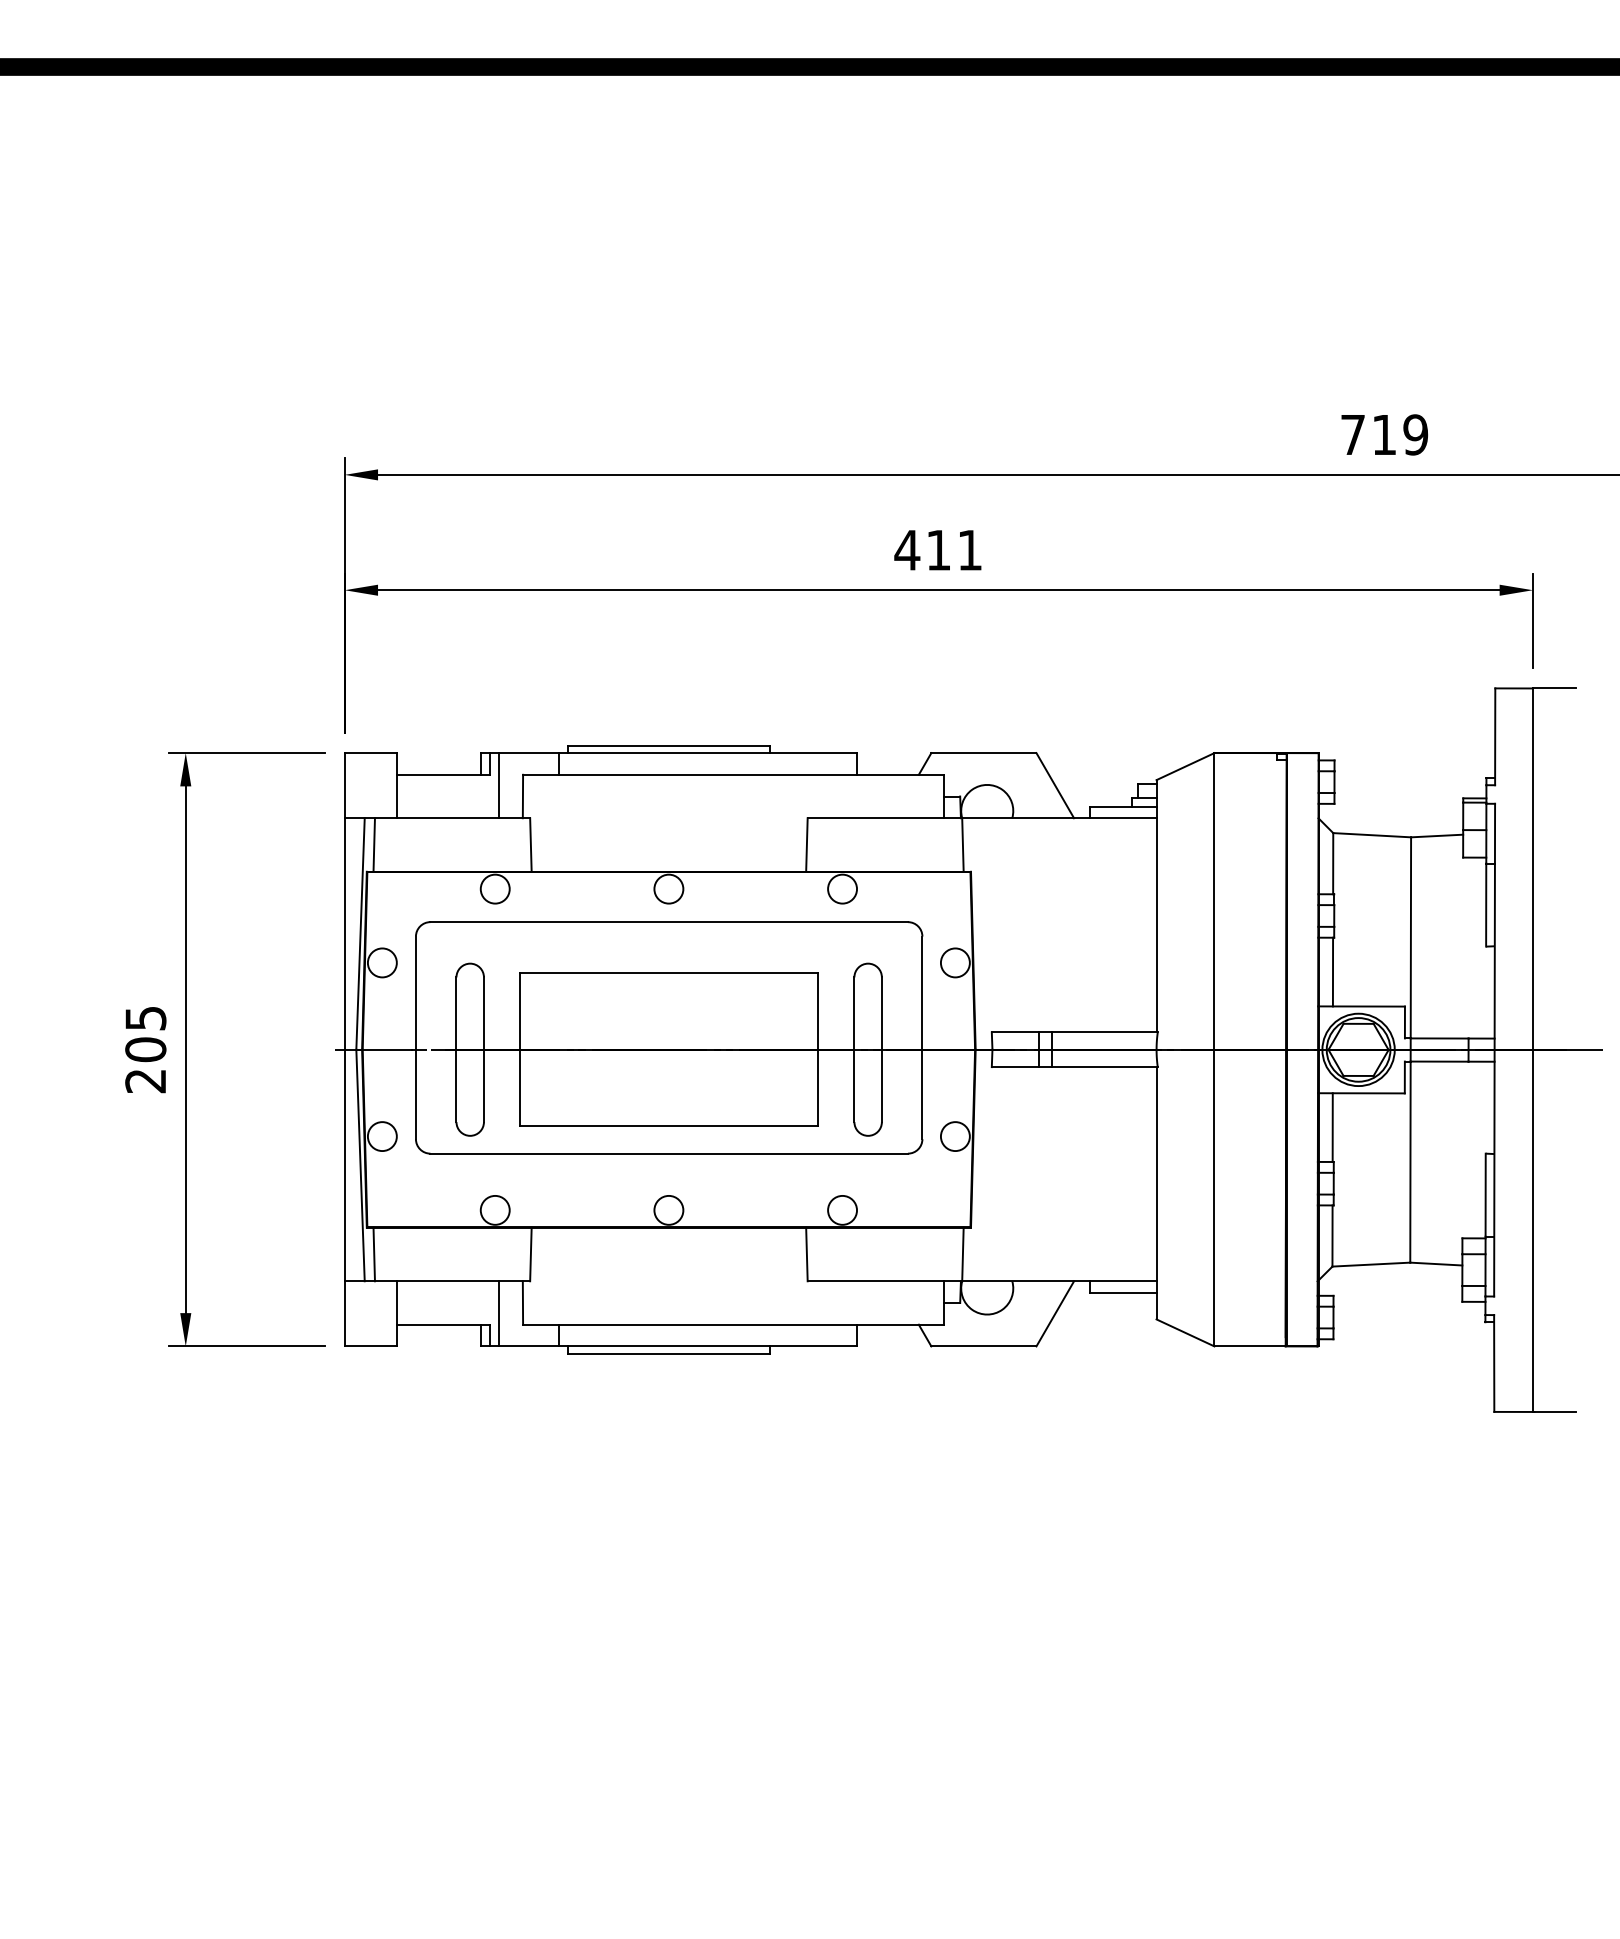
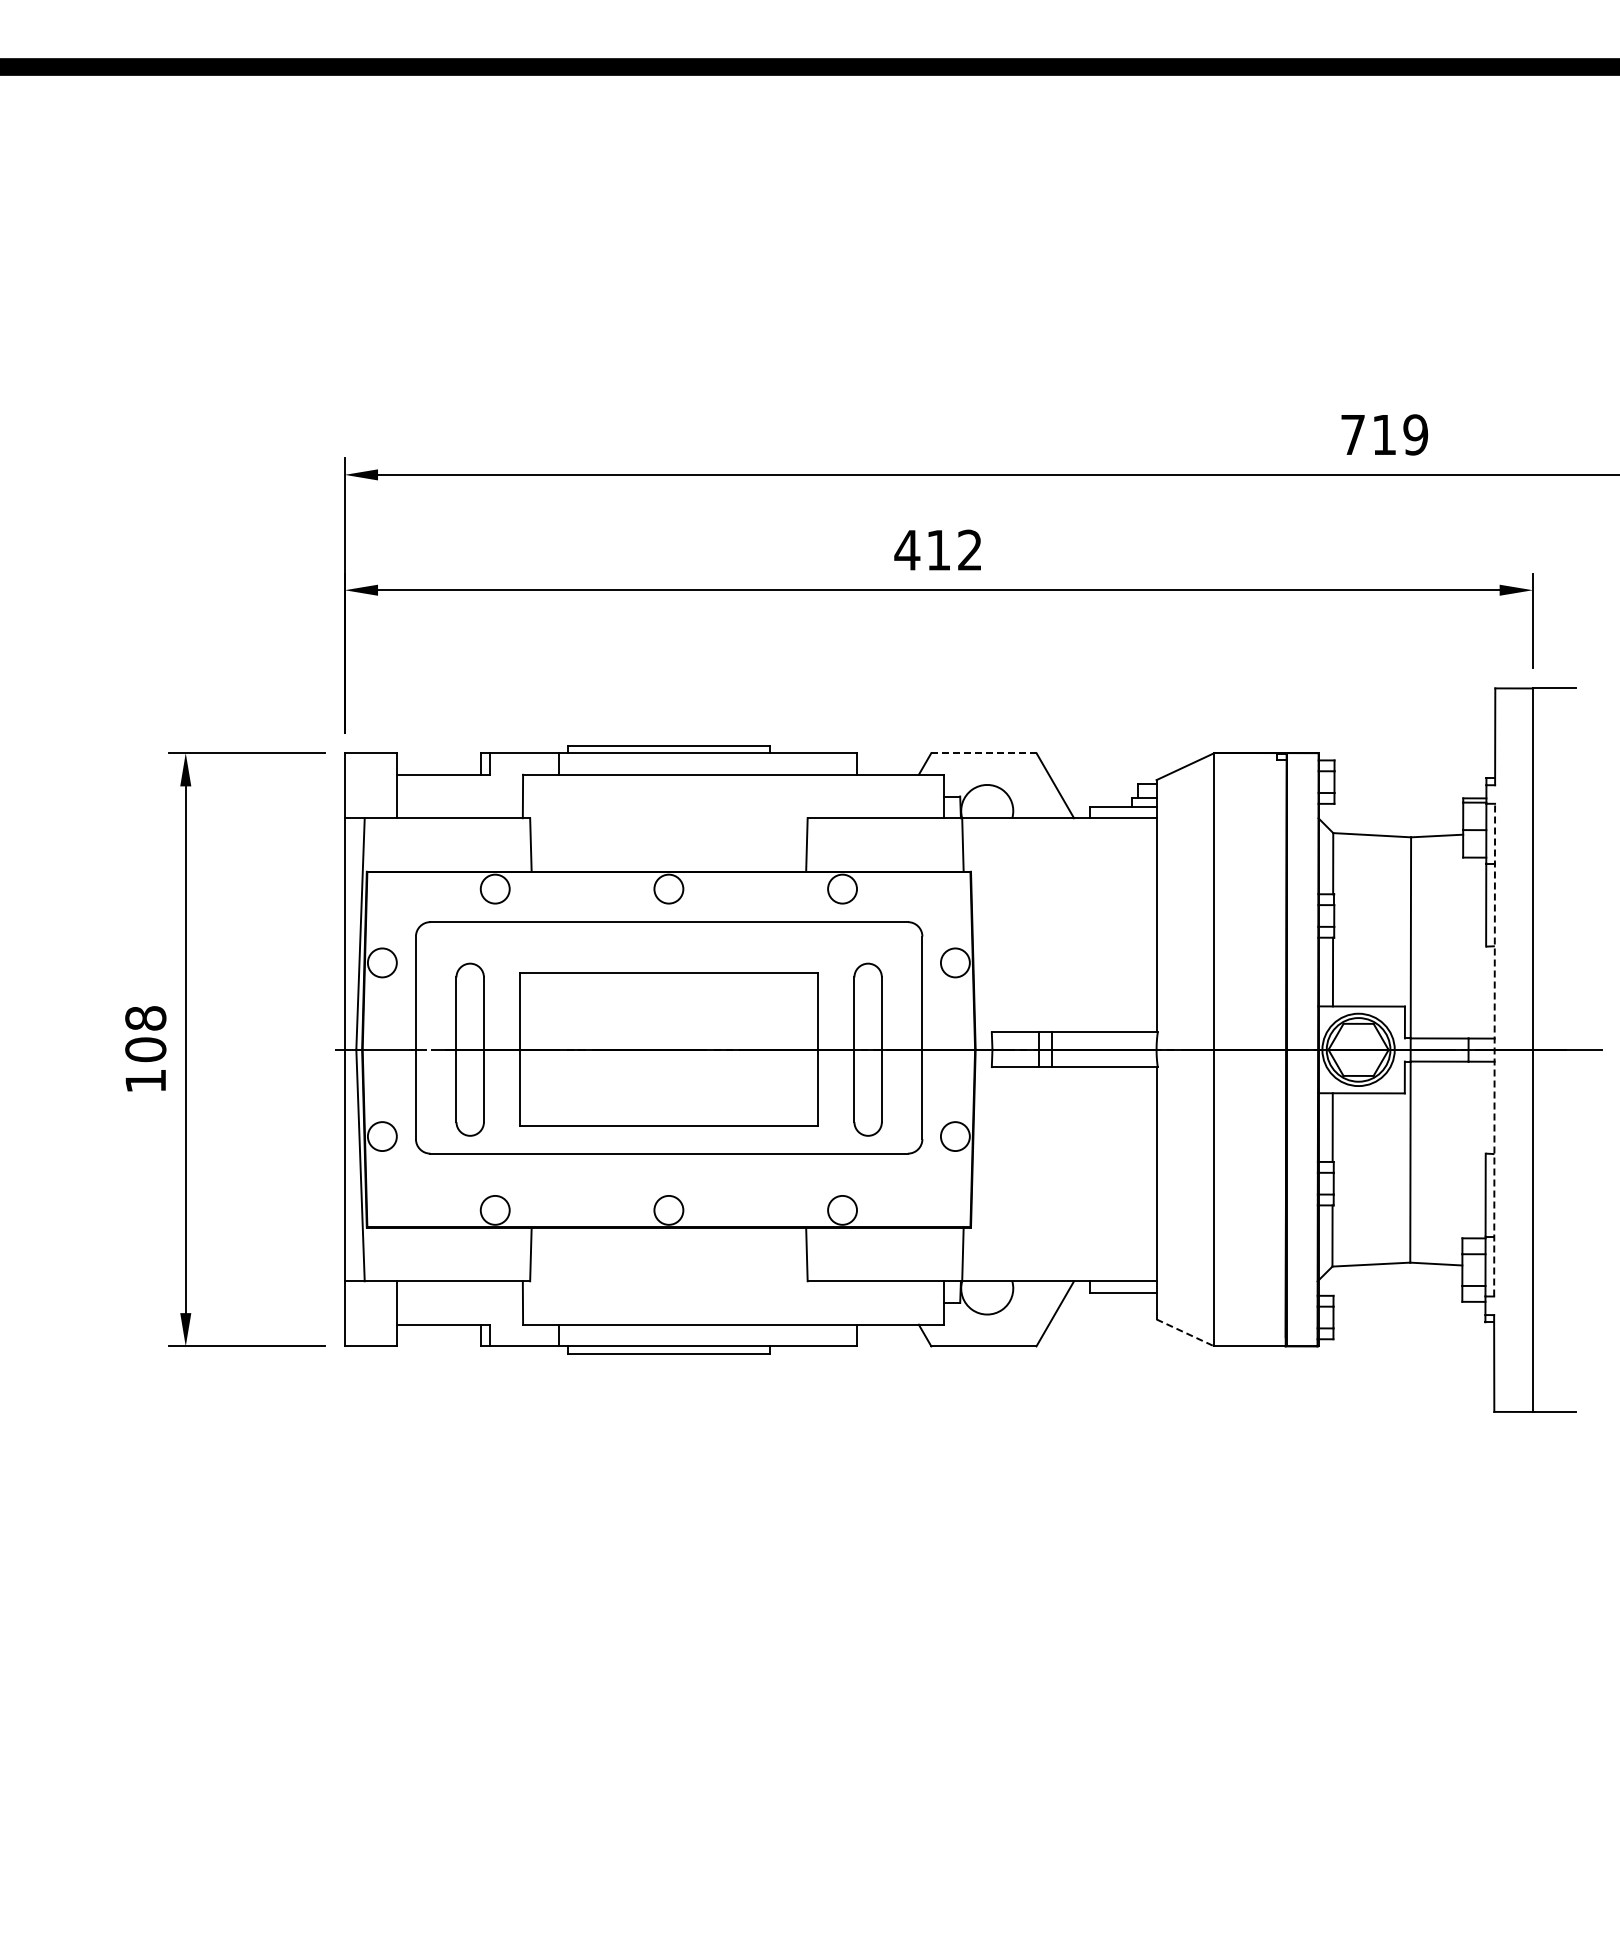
text at (969, 549): 411 -> 412
line at (983, 753): solid -> dashed
line at (499, 785): present -> none
line at (373, 844): present -> none
text at (145, 1049): 205 -> 108
line at (1494, 1049): solid -> dashed
line at (373, 1254): present -> none
line at (499, 1313): present -> none
line at (1185, 1332): solid -> dashed
